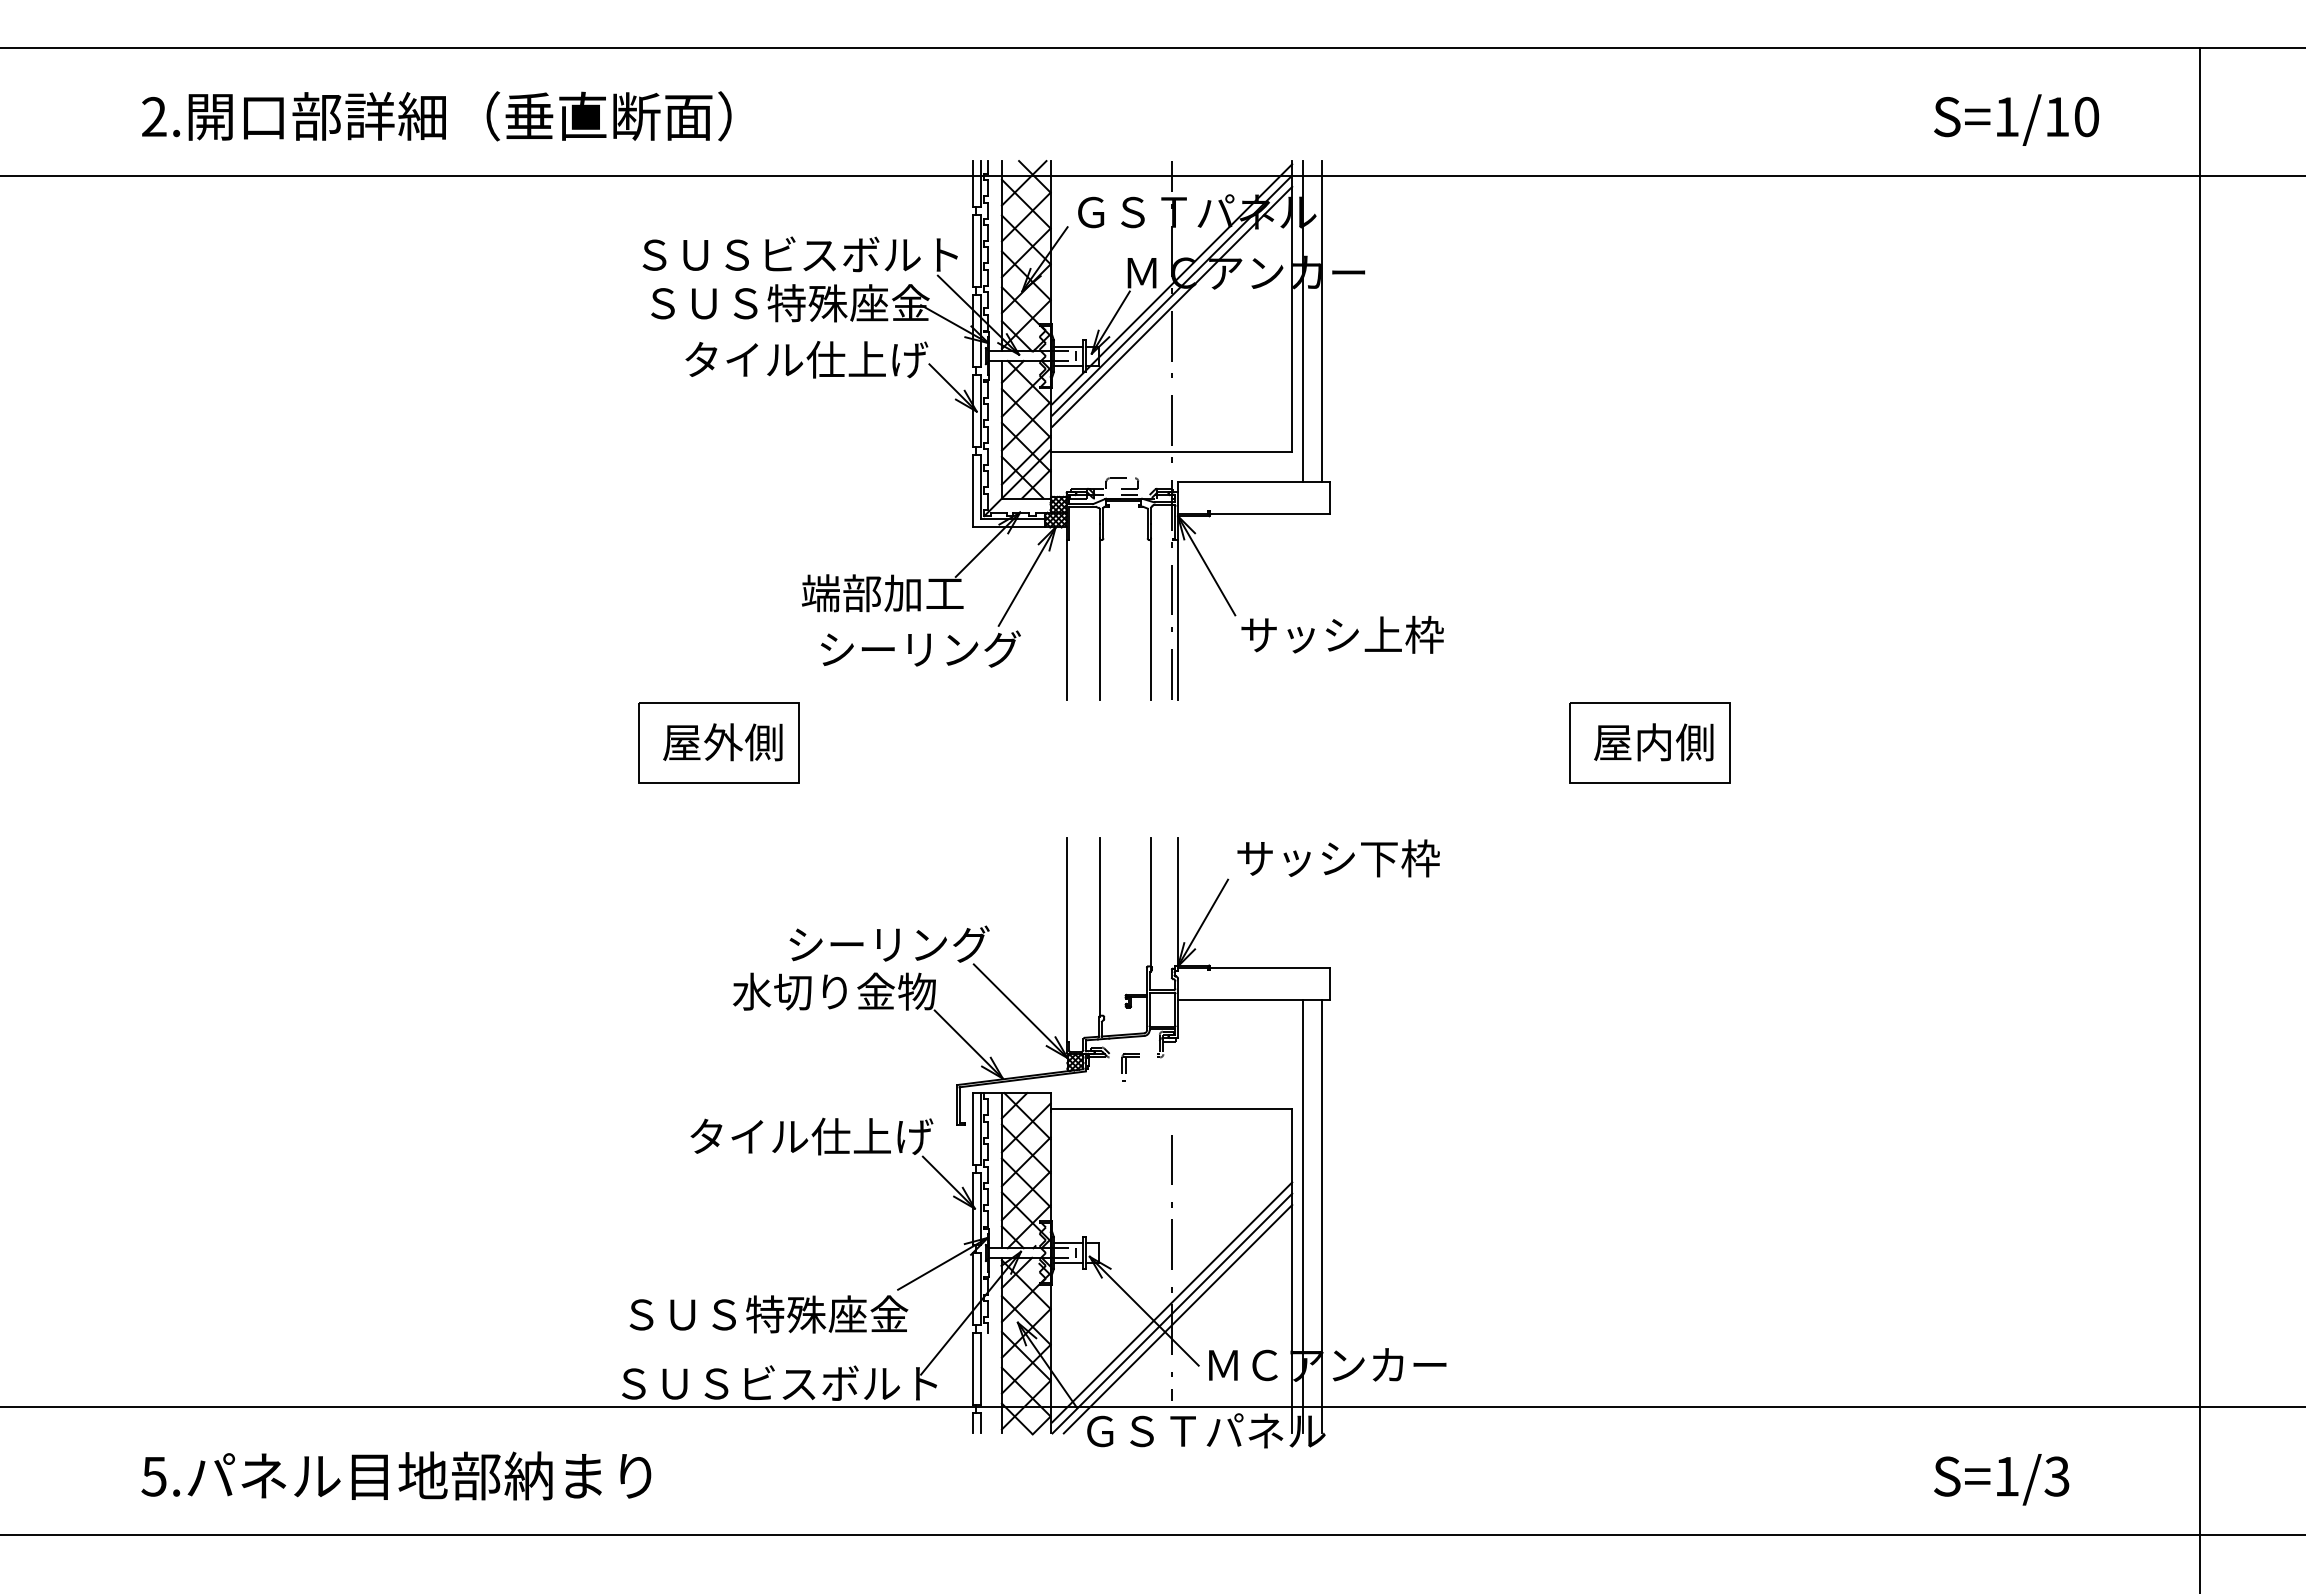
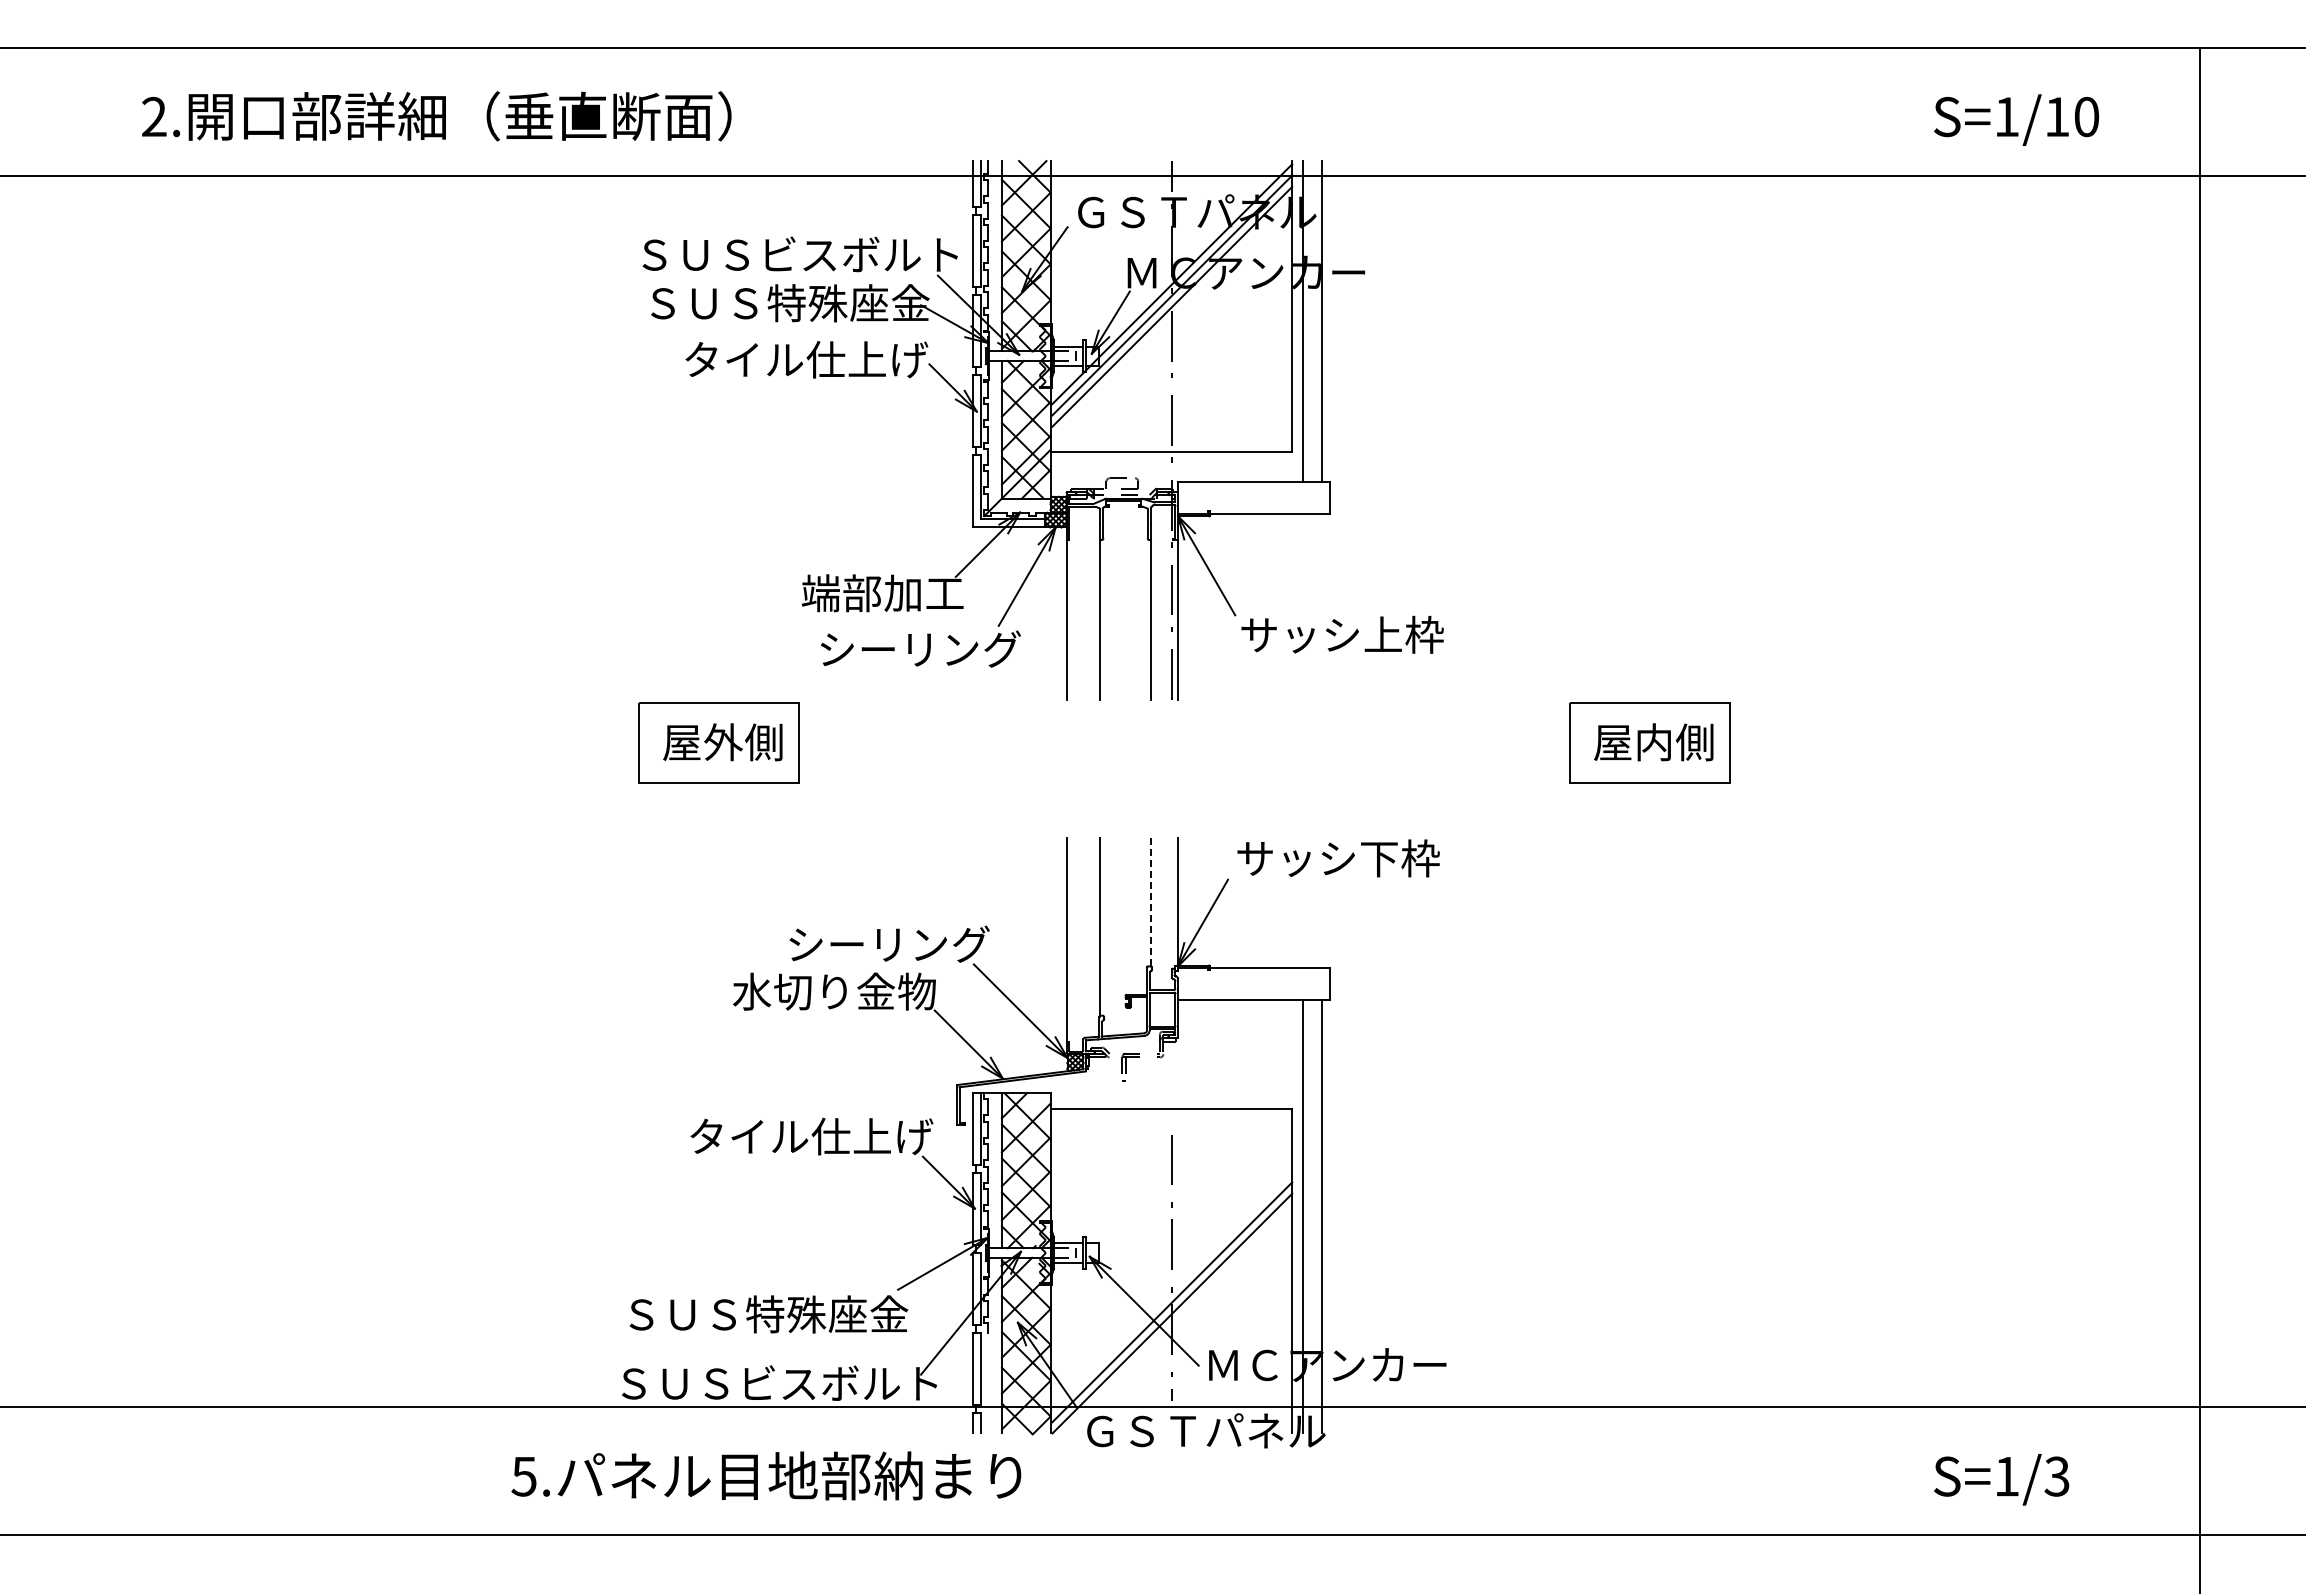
line at (1151, 905): solid -> dashed
line at (1177, 1319): present -> none
text at (396, 1475) position: (396, 1475) -> (766, 1475)
